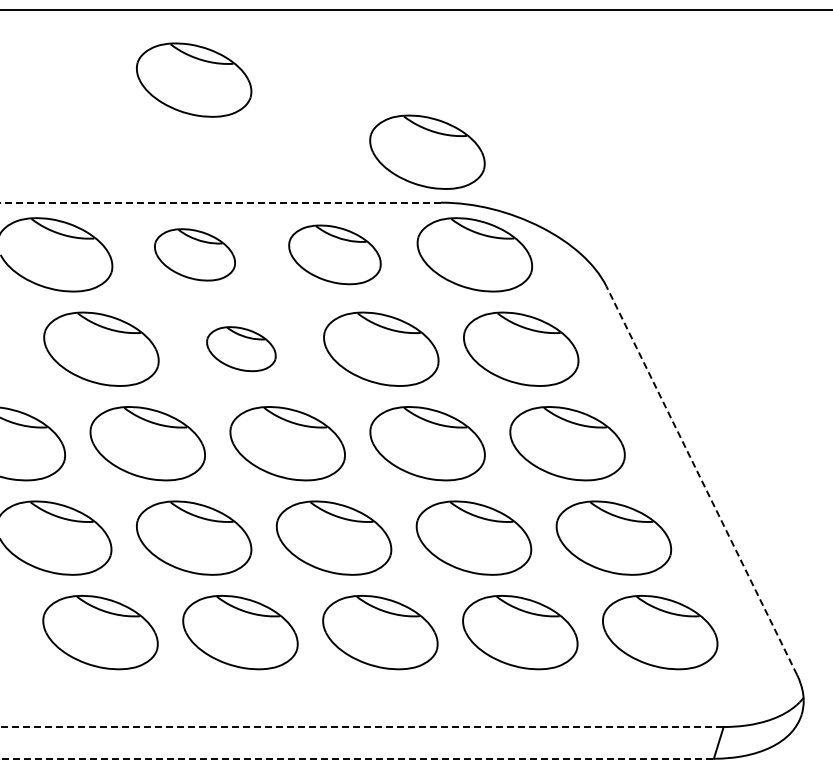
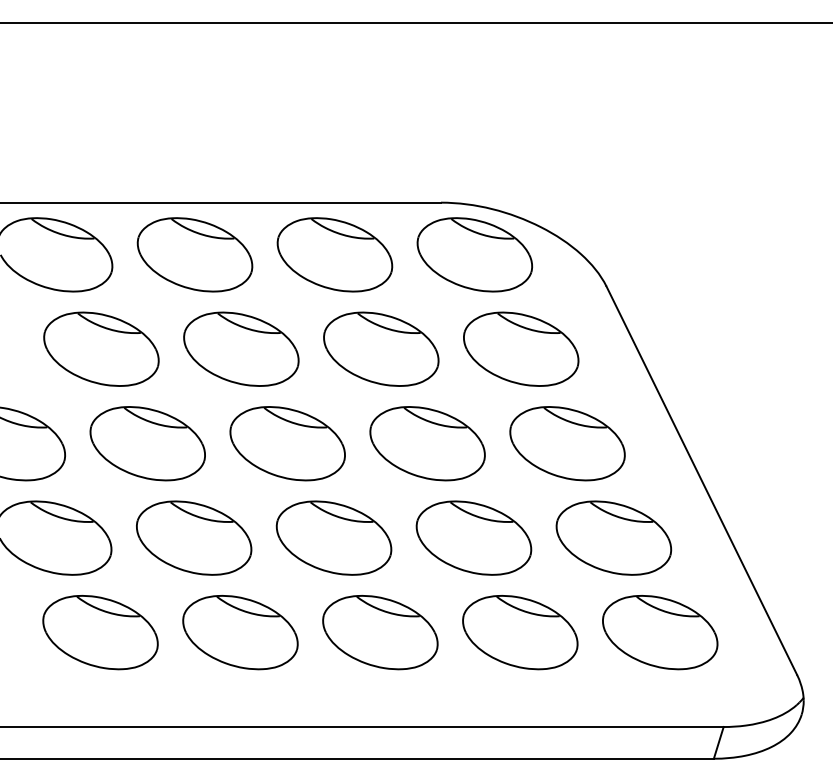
line at (415, 10) position: (415, 10) -> (415, 23)
part at (194, 79): present -> none
part at (427, 151): present -> none
line at (220, 202): dashed -> solid
part at (194, 254) size: 82x54 px -> 118x76 px
part at (334, 254) size: 94x62 px -> 118x76 px
part at (241, 349) size: 71x47 px -> 117x76 px
line at (701, 480): dashed -> solid
line at (362, 727): dashed -> solid
line at (357, 758): dashed -> solid
